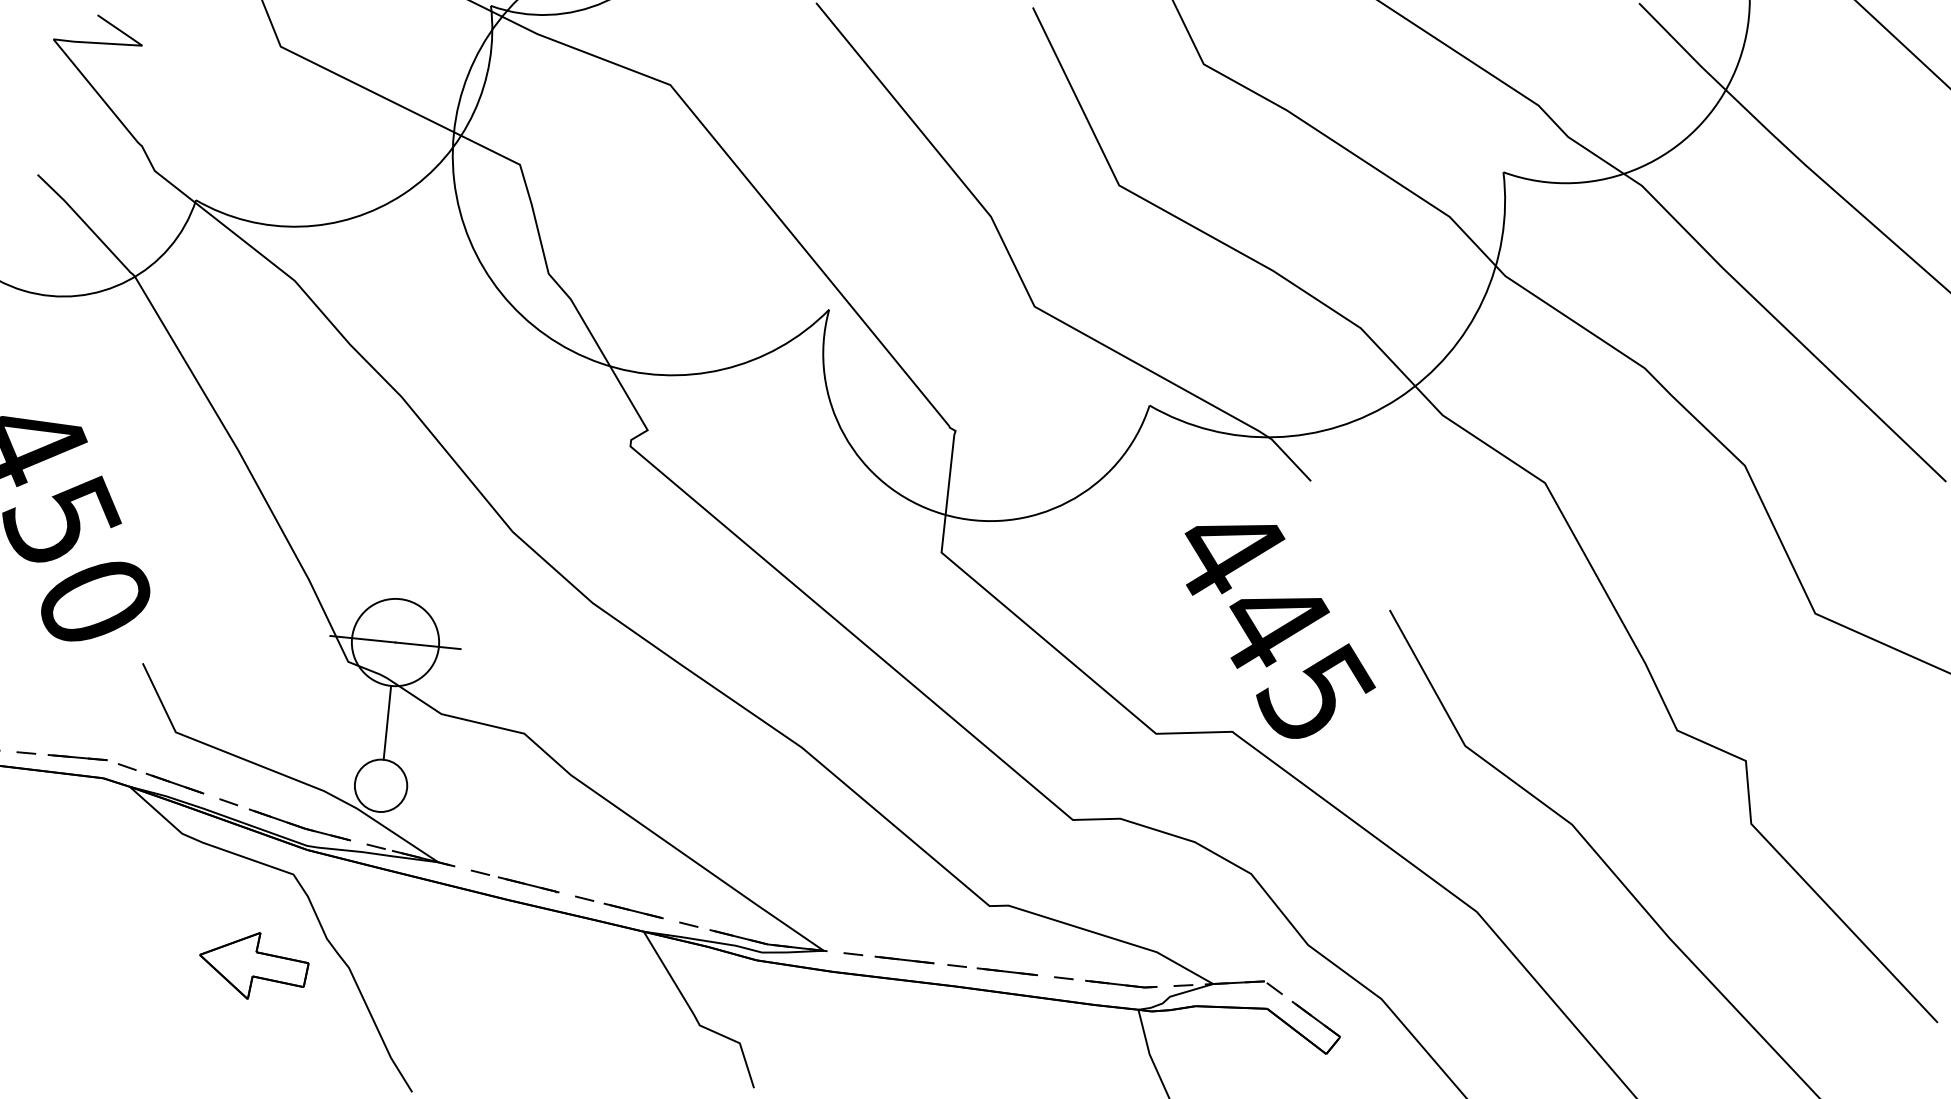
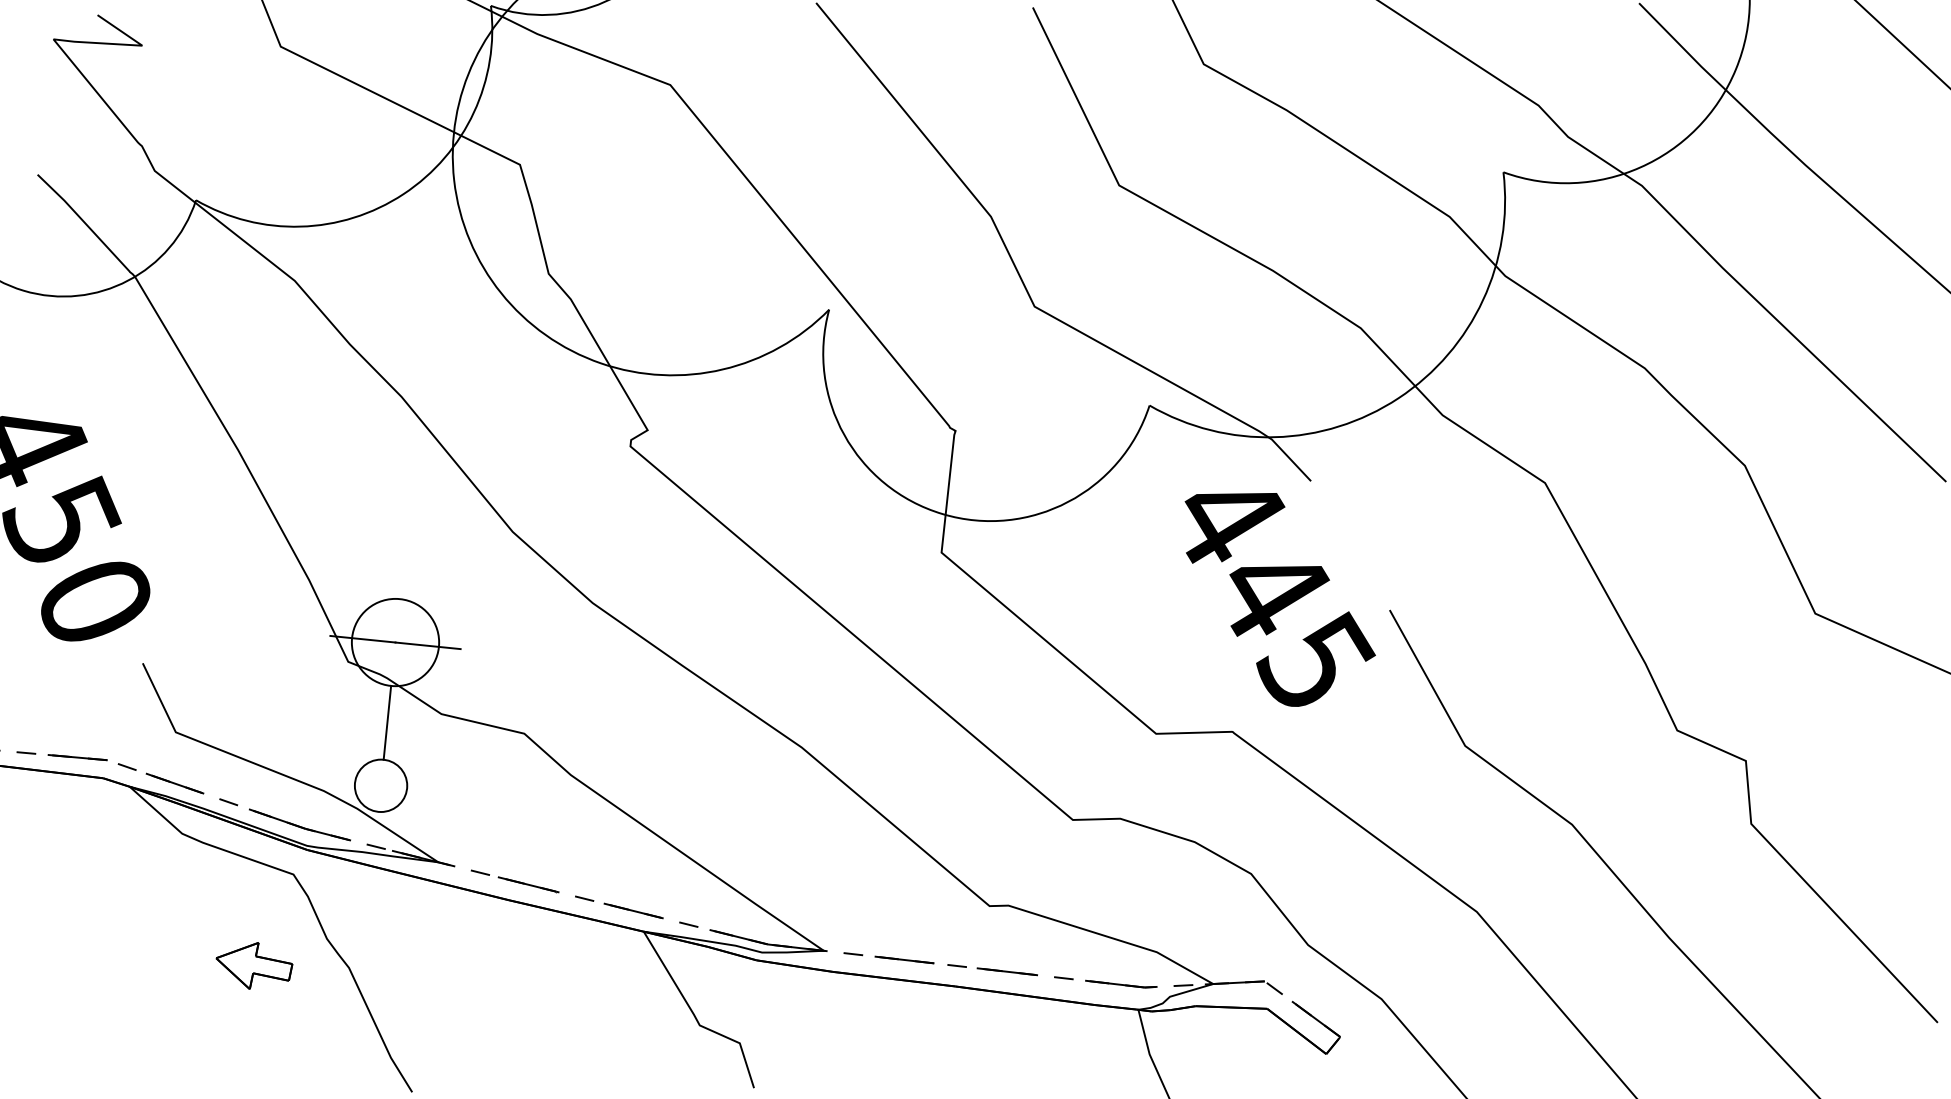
text at (1279, 631) position: (1279, 631) -> (1279, 599)
part at (254, 965) size: 111x68 px -> 79x48 px
